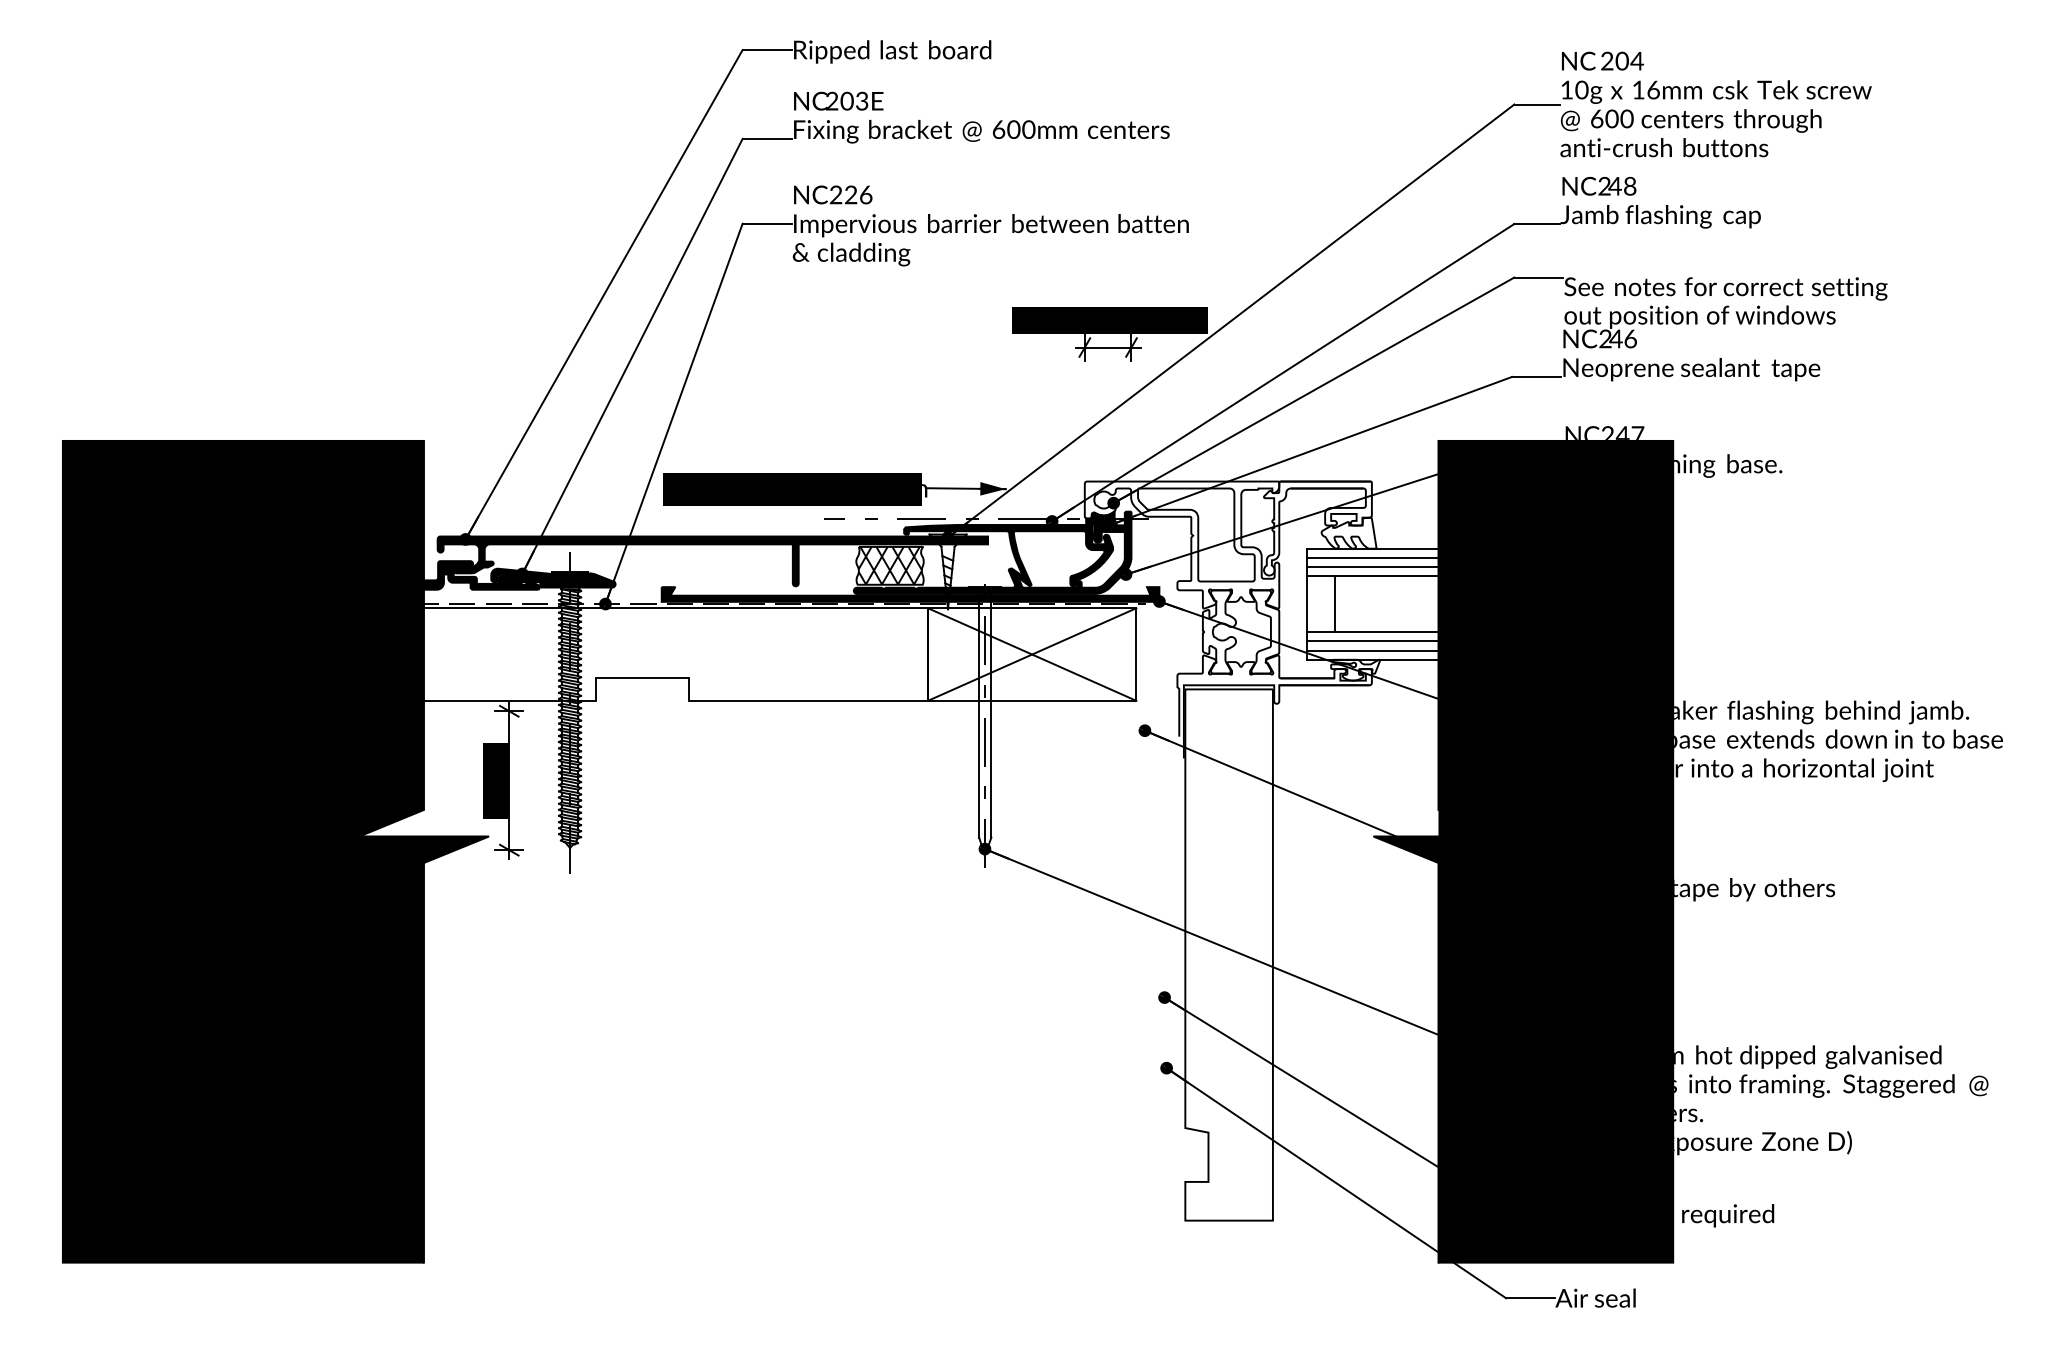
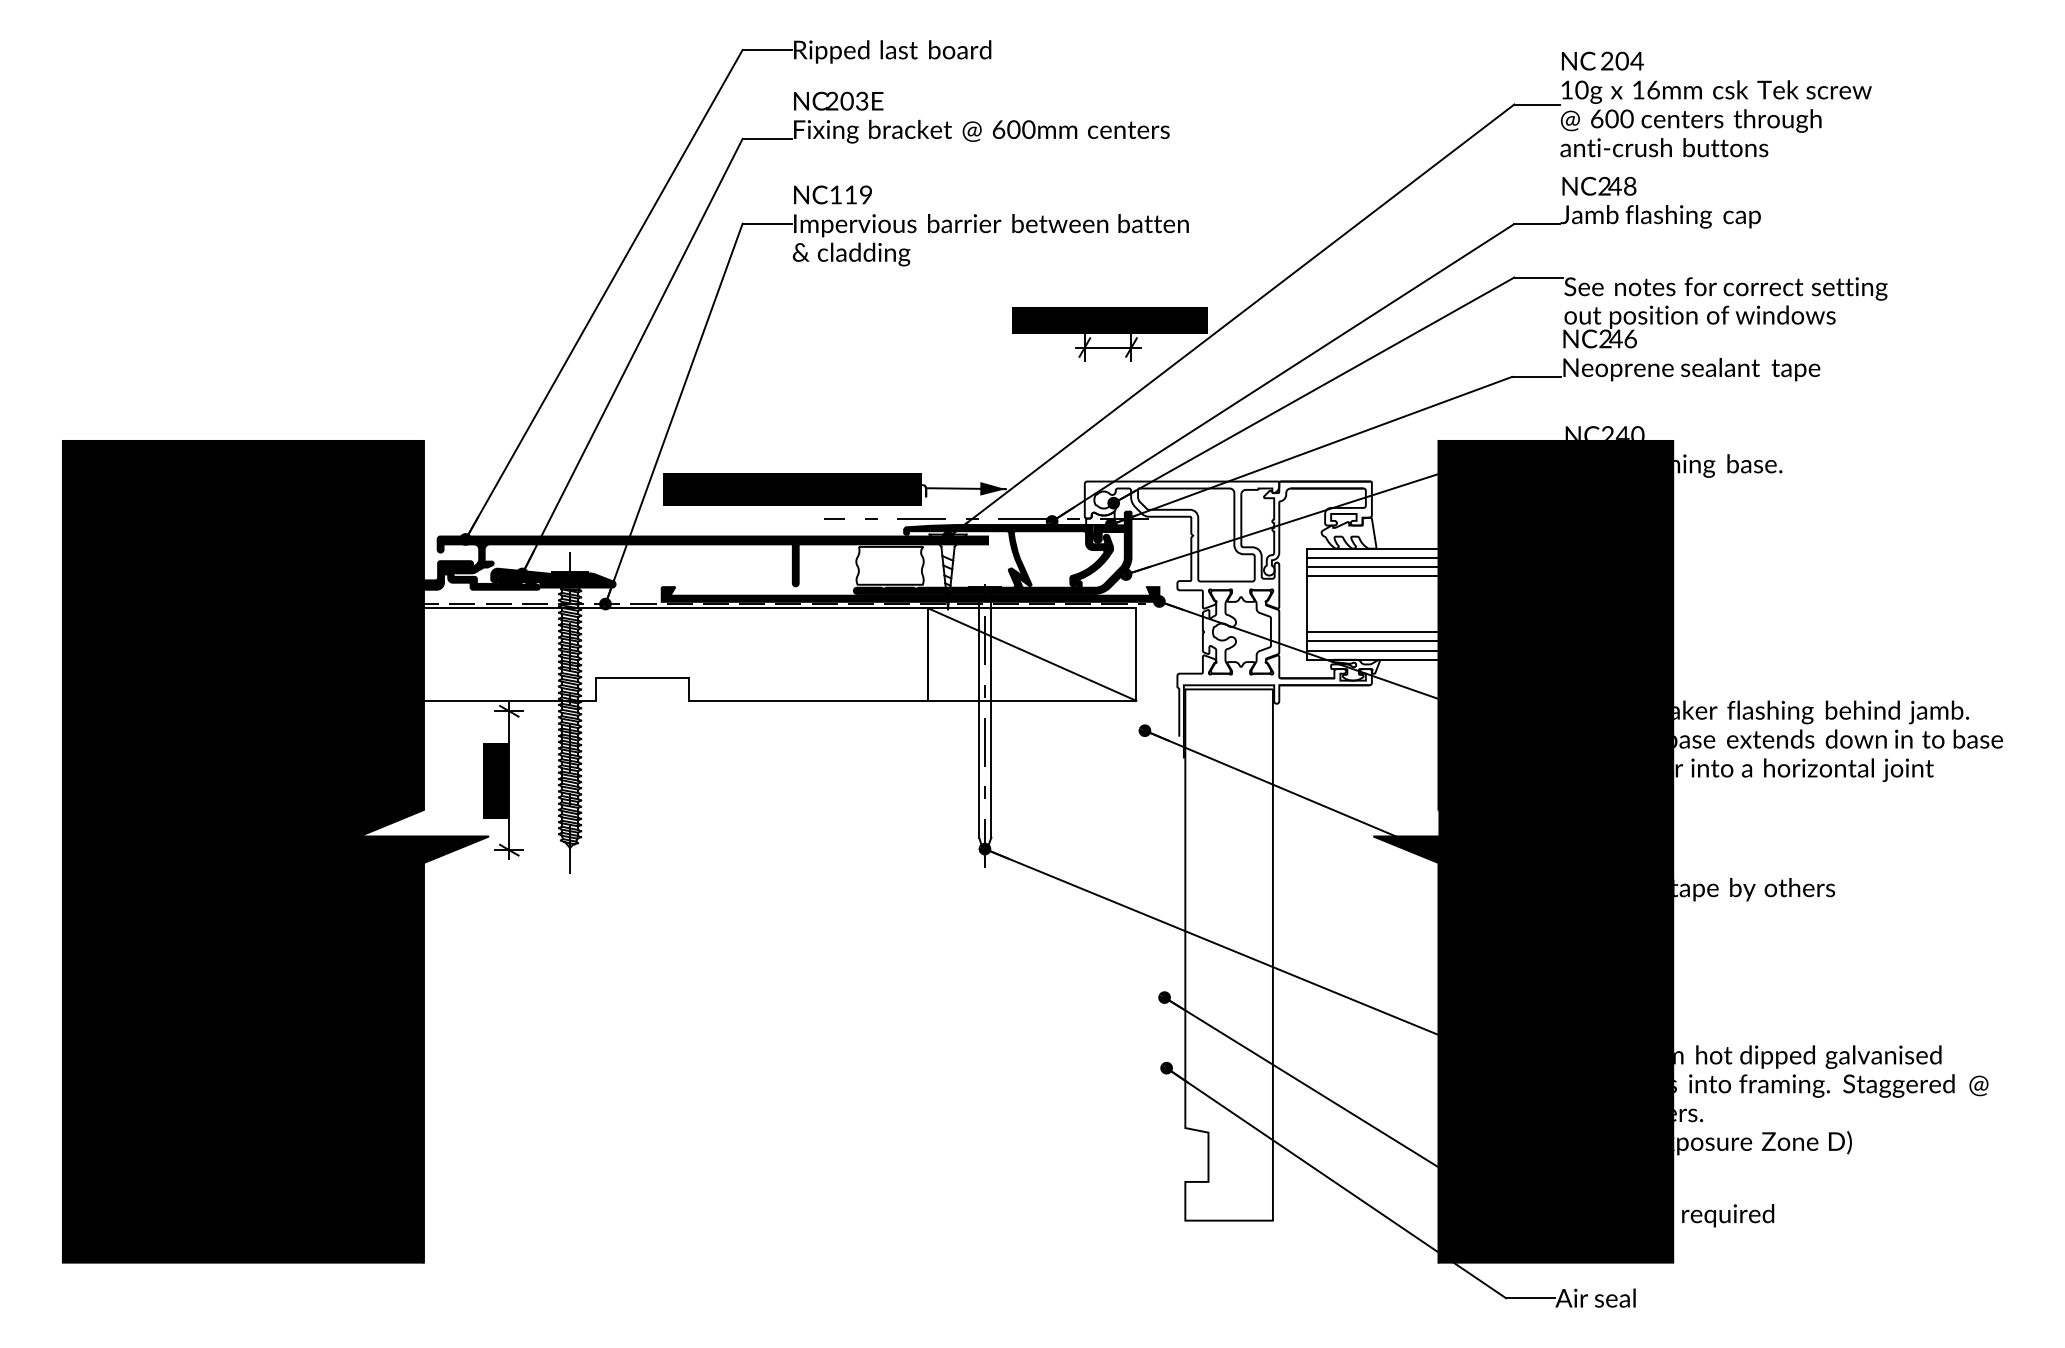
text at (851, 194): NC226 -> NC119
text at (1637, 432): NC247 -> NC240
fill at (1100, 517): present -> none
hatch at (889, 565): present -> none
line at (1334, 604): present -> none
line at (1031, 654): present -> none
